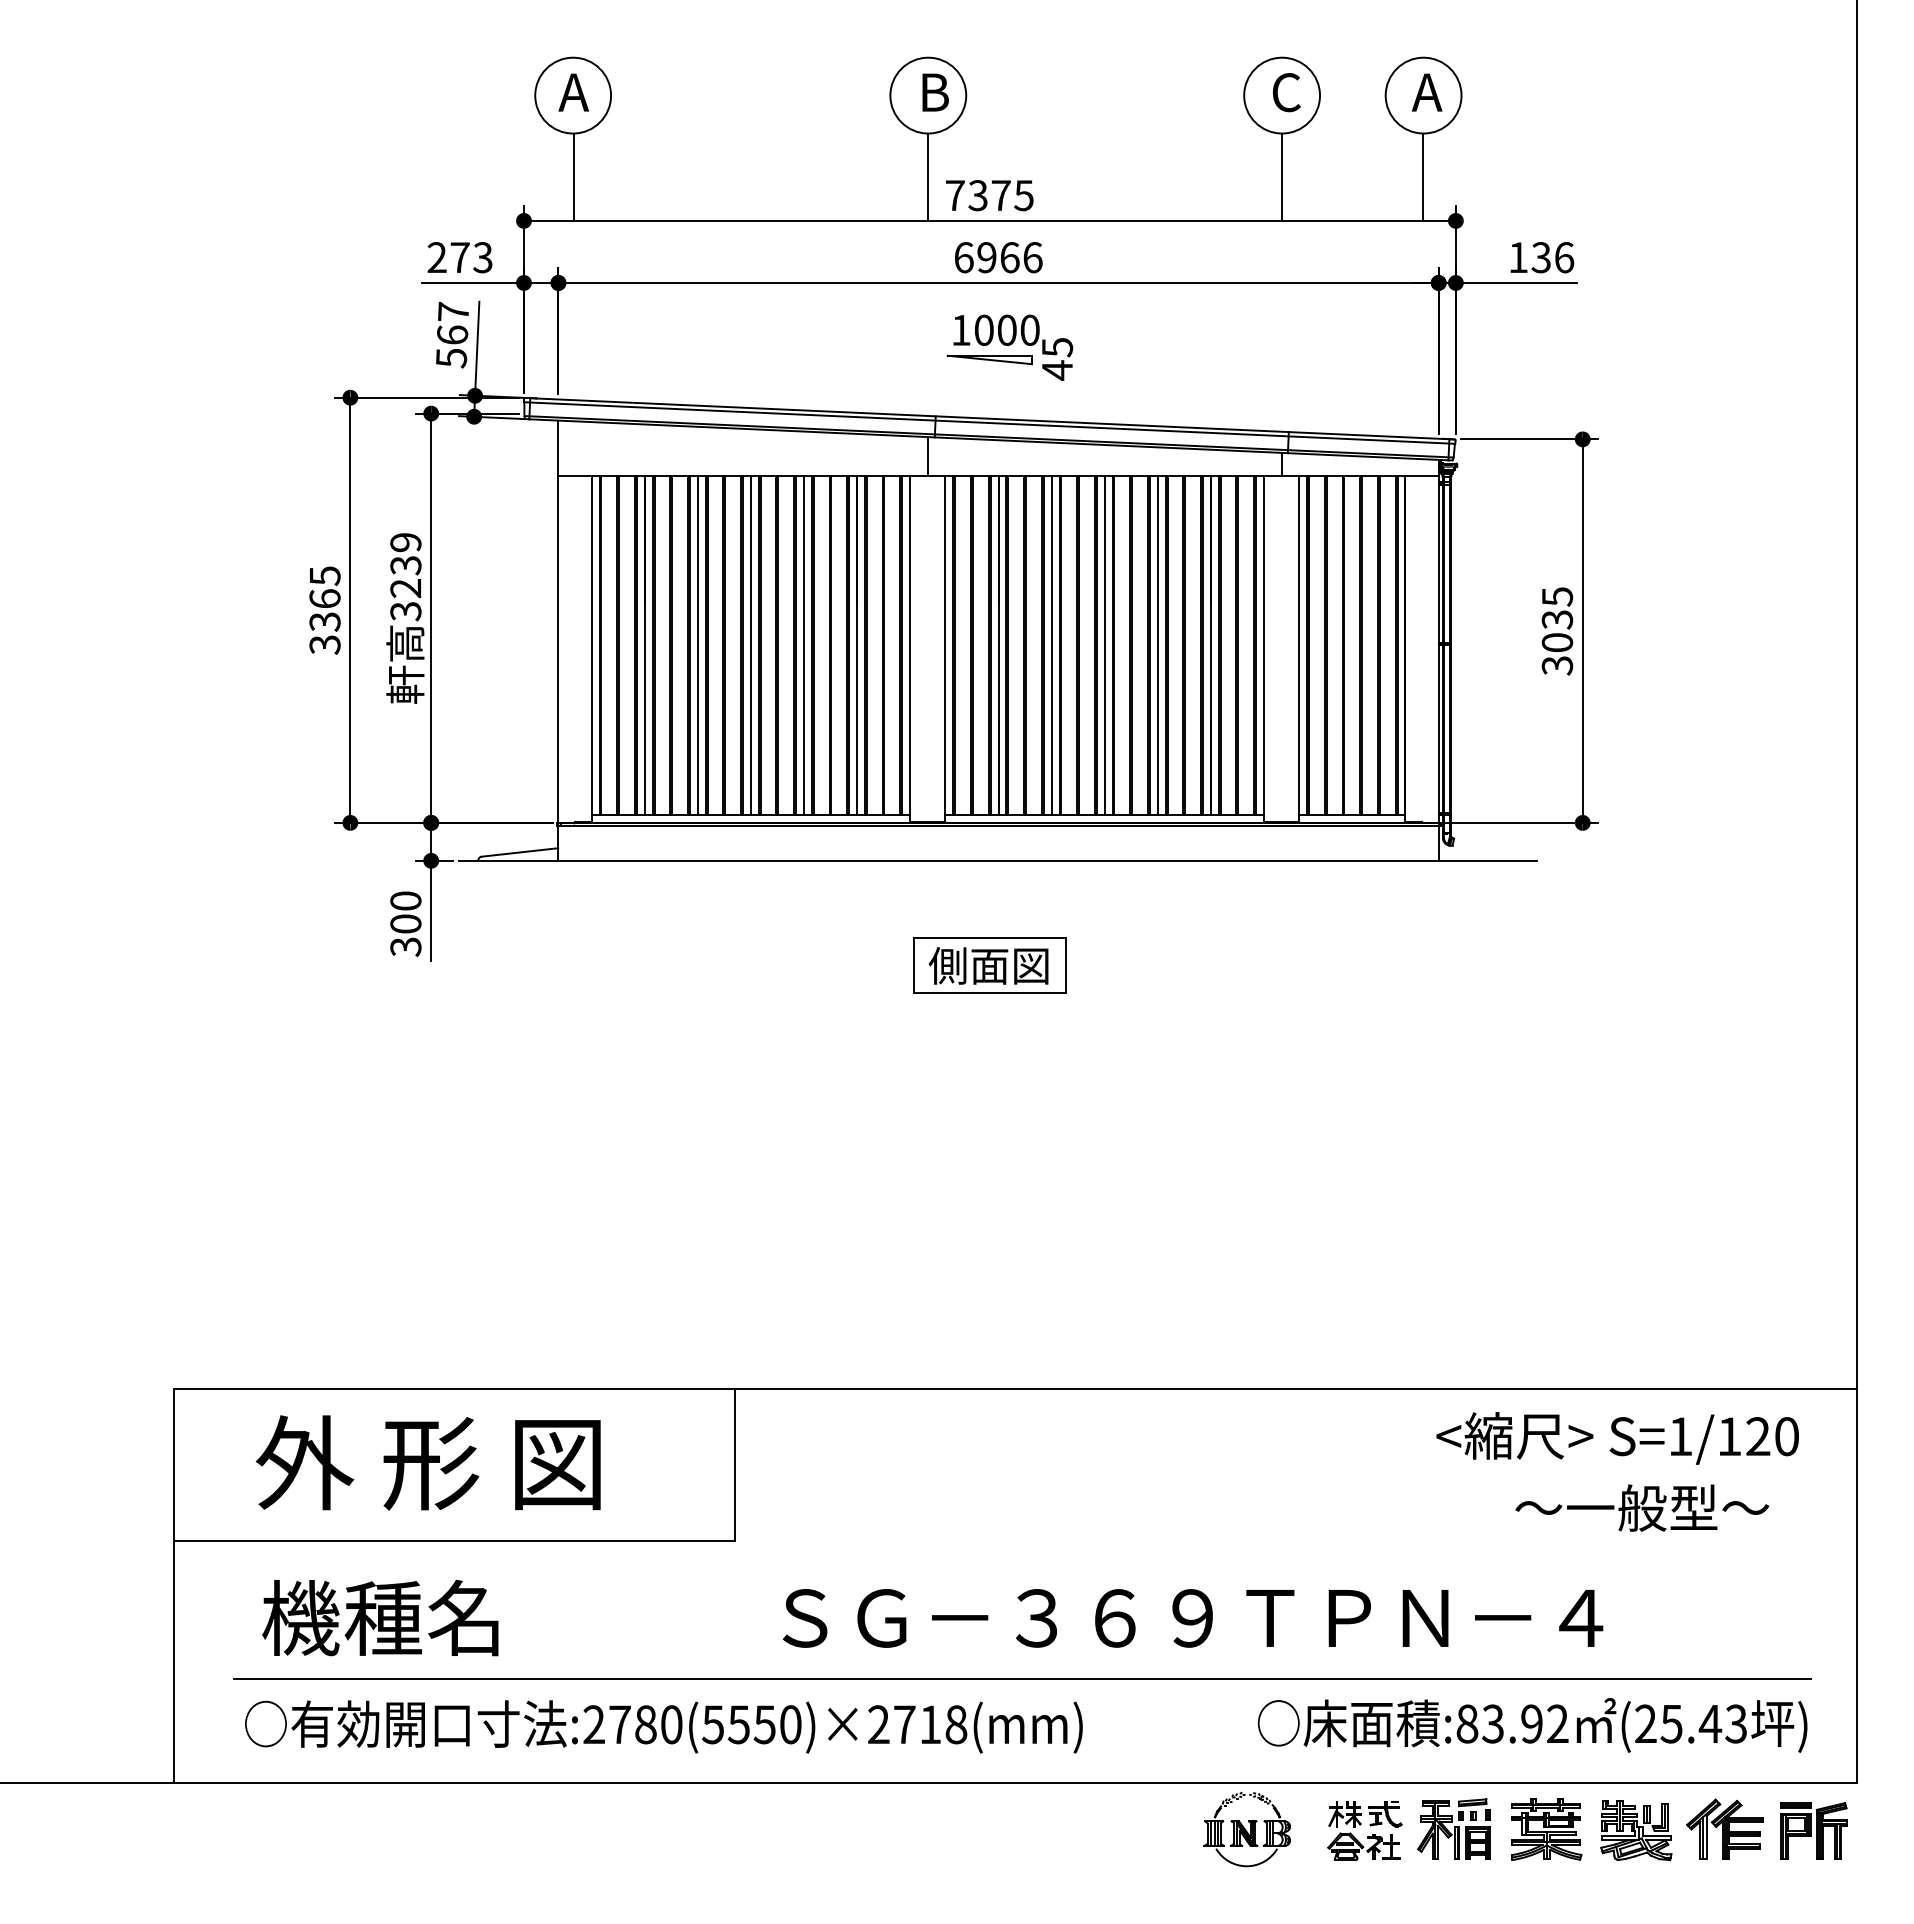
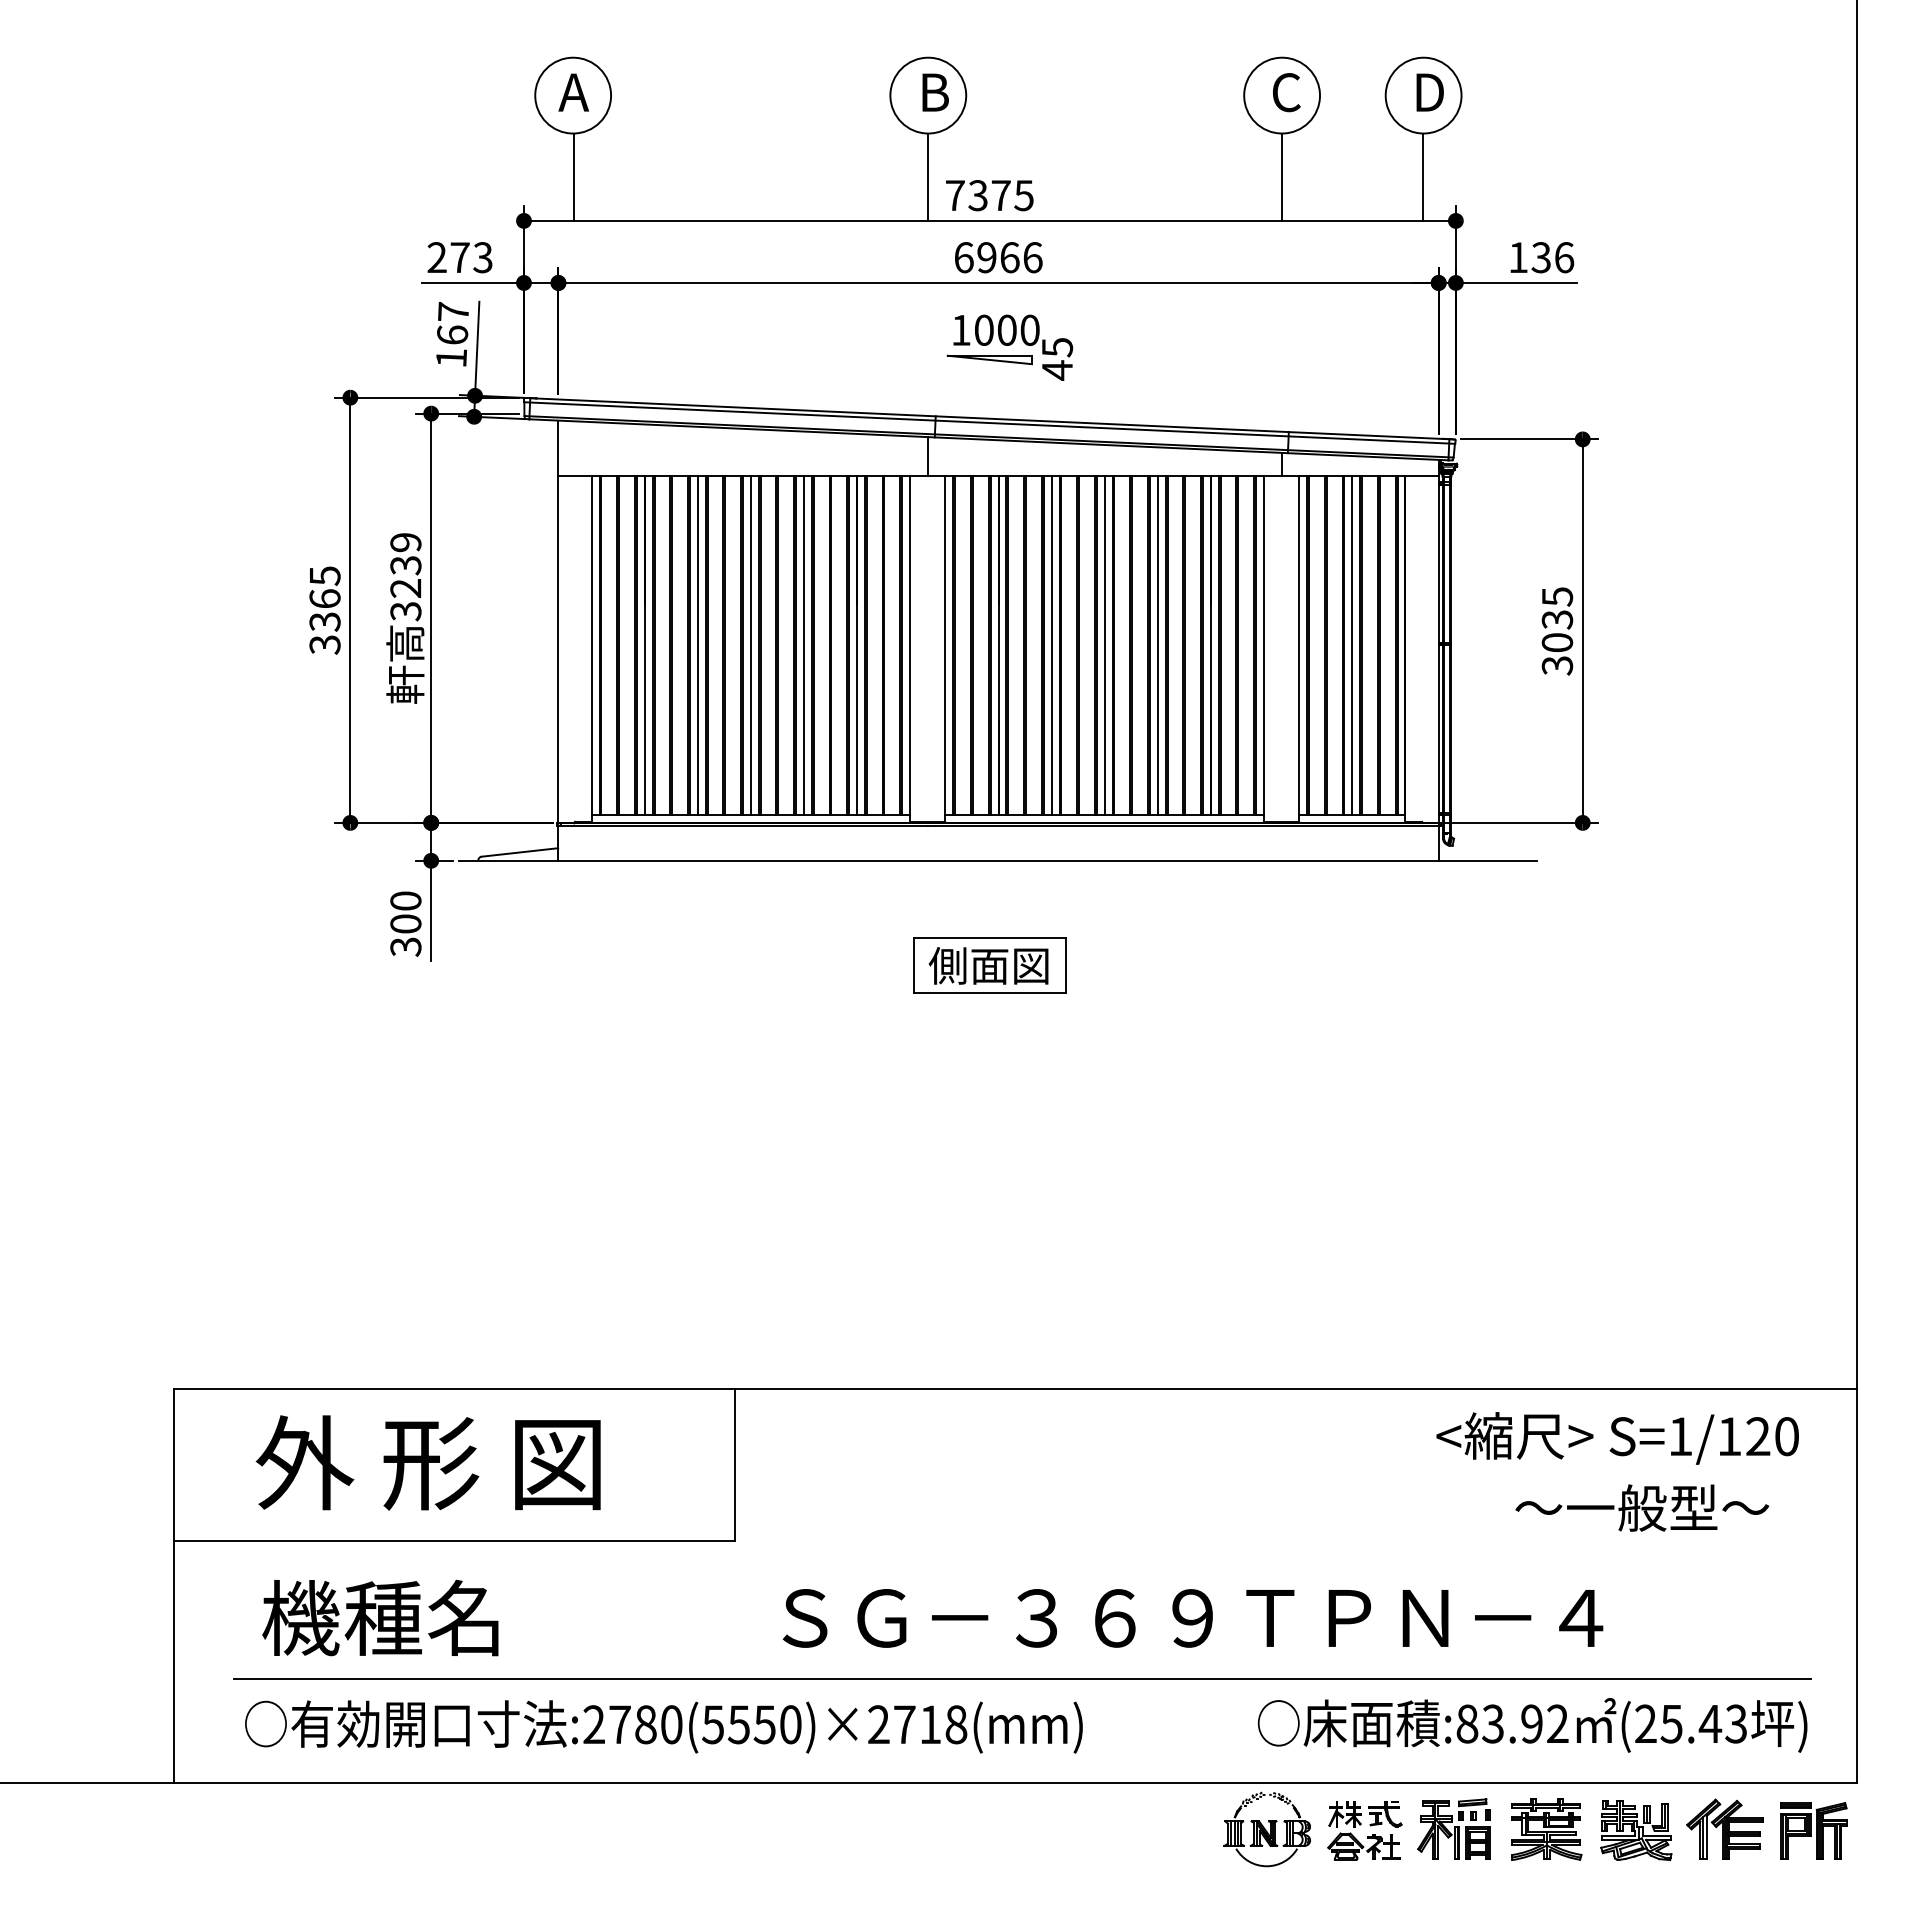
text at (1427, 92): A -> D
text at (451, 358): 567 -> 167
line at (1352, 645): none -> present
part at (1246, 1829) position: (1246, 1829) -> (1266, 1829)
